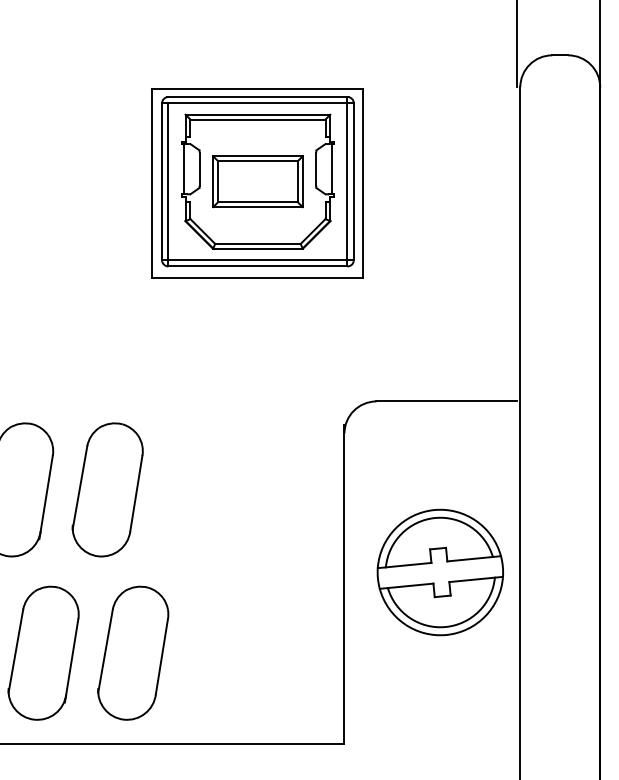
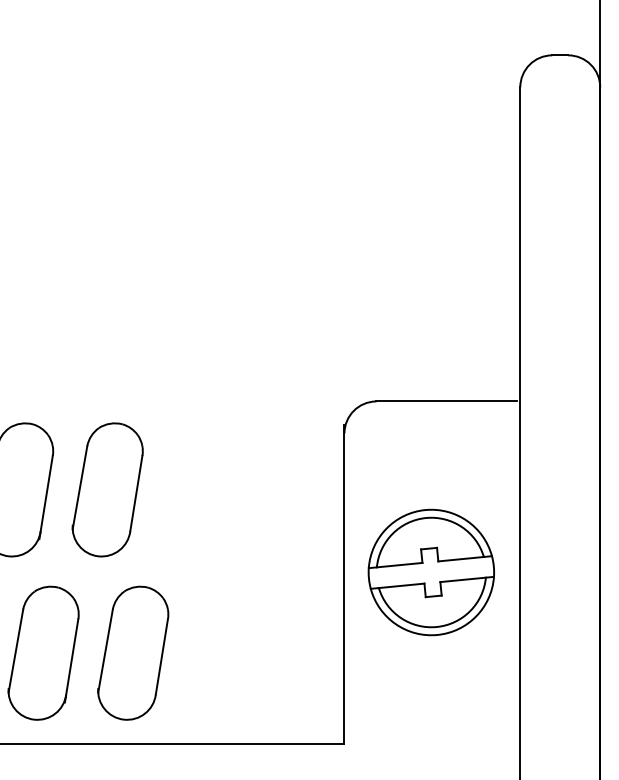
line at (516, 44): present -> none
part at (257, 183): present -> none
part at (439, 572) position: (439, 572) -> (430, 572)
